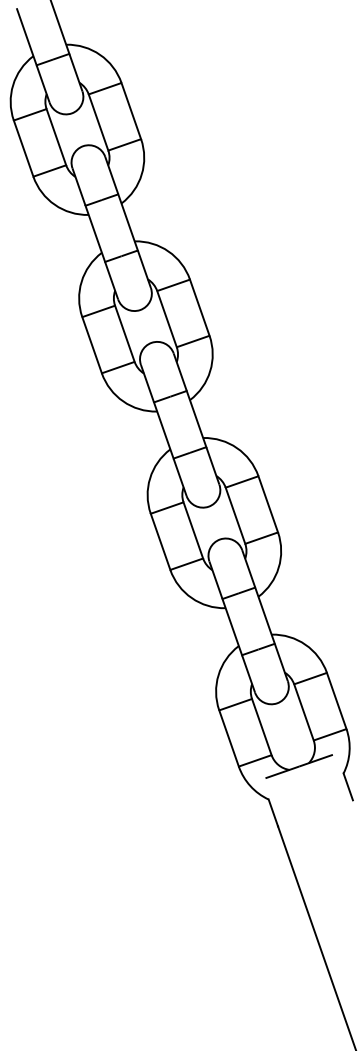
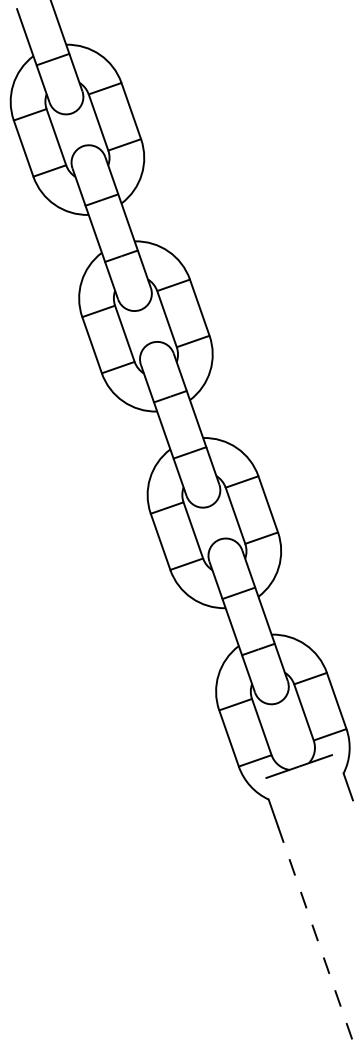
line at (317, 938): solid -> dashed
